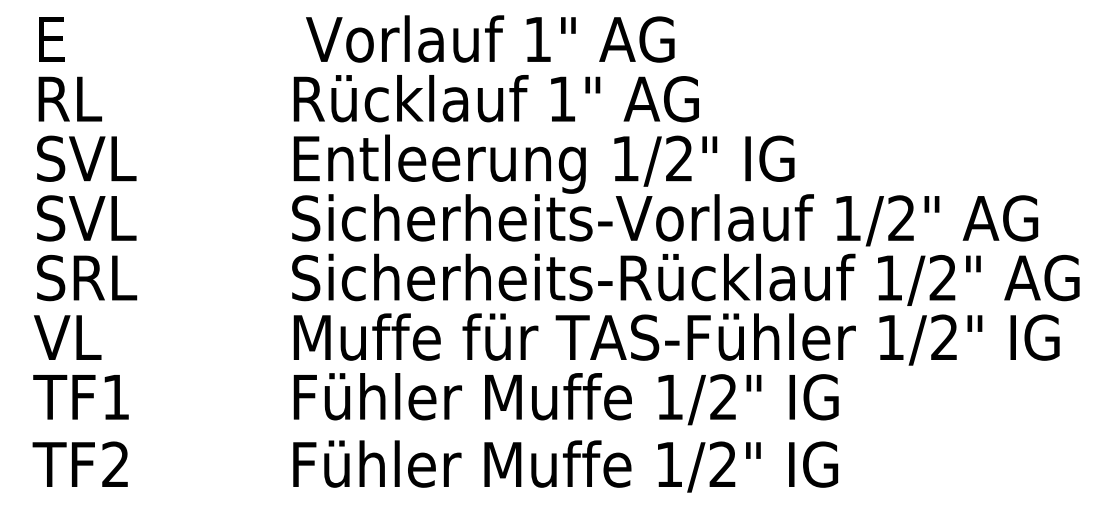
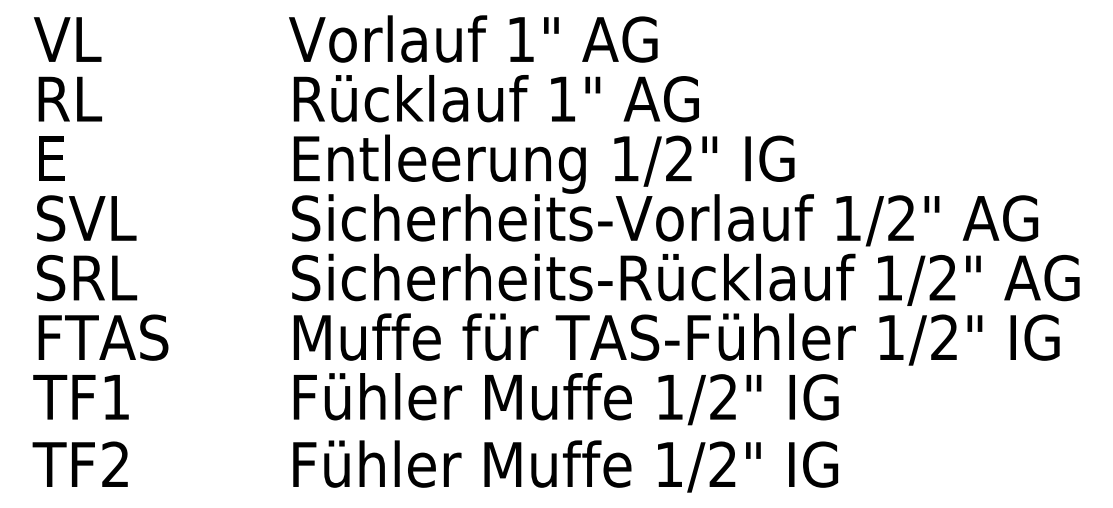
text at (490, 38) position: (490, 38) -> (473, 38)
text at (67, 39): E -> VL
text at (86, 158): SVL -> E
text at (101, 337): VL -> FTAS
